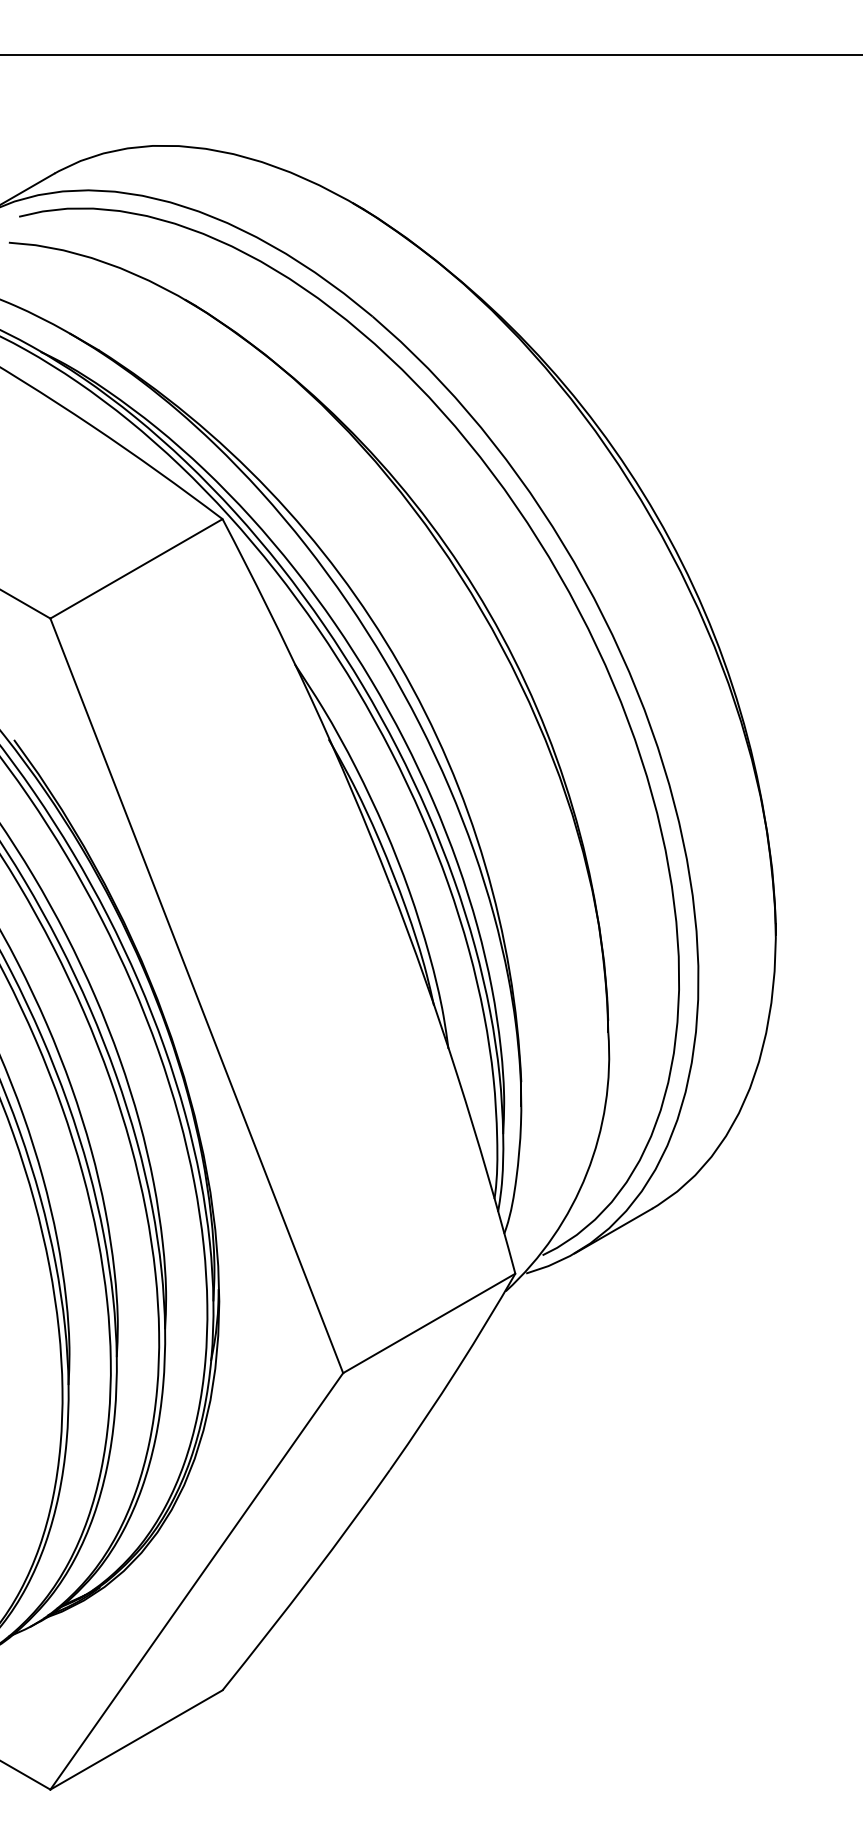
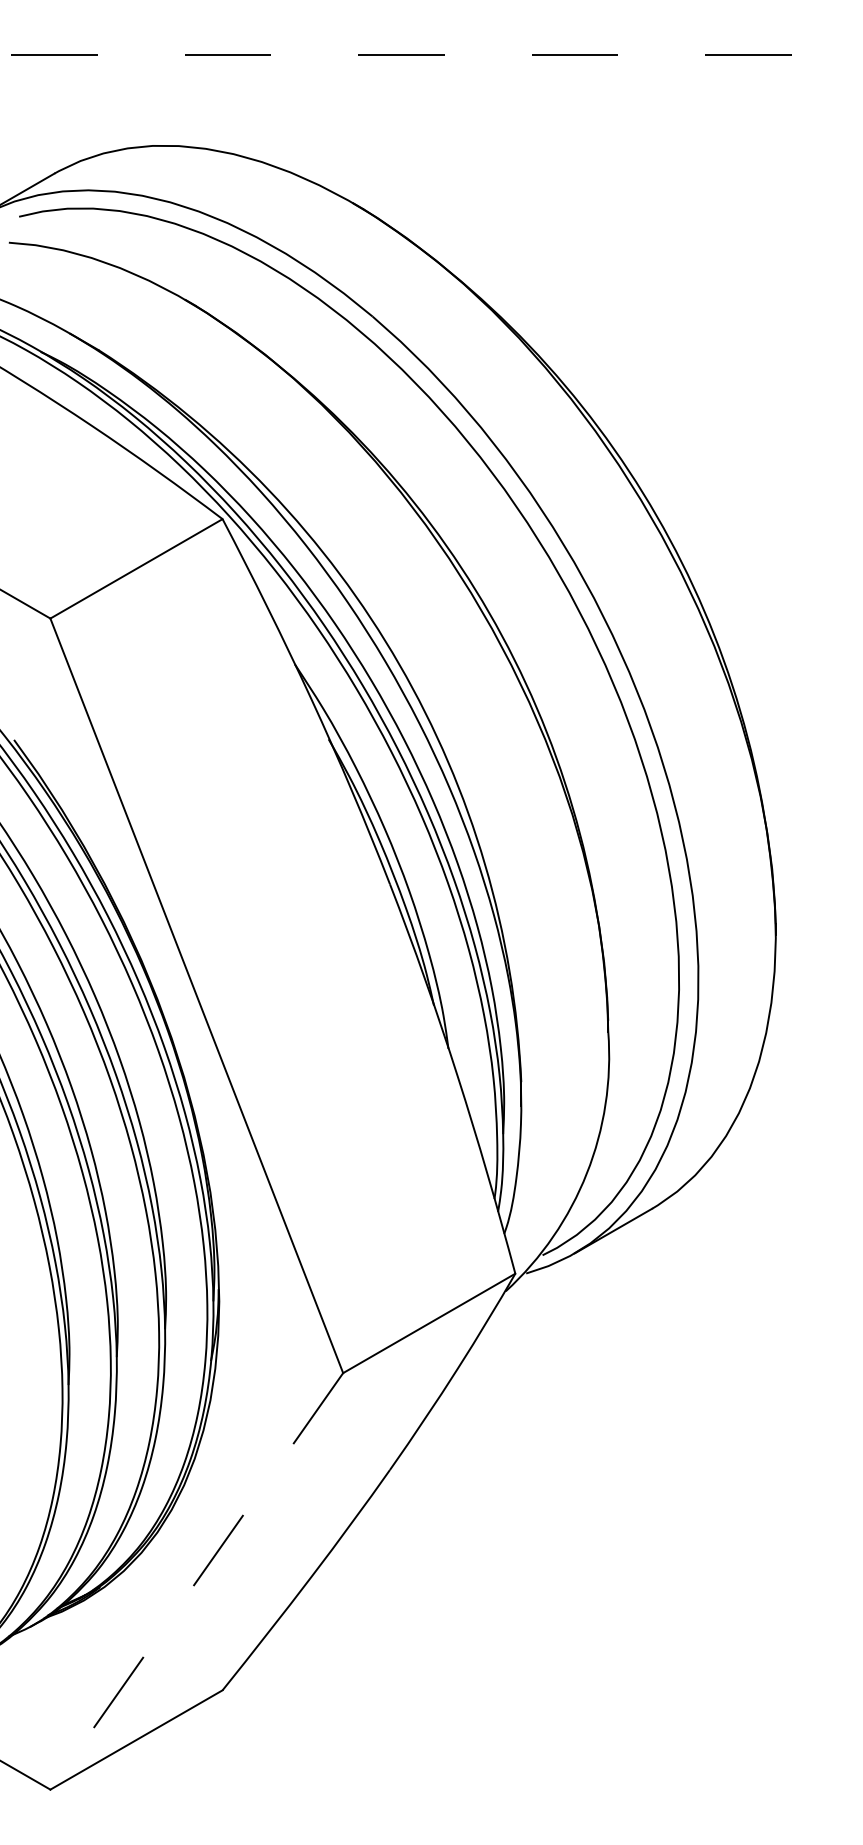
line at (431, 55): solid -> dashed
line at (196, 1581): solid -> dashed
